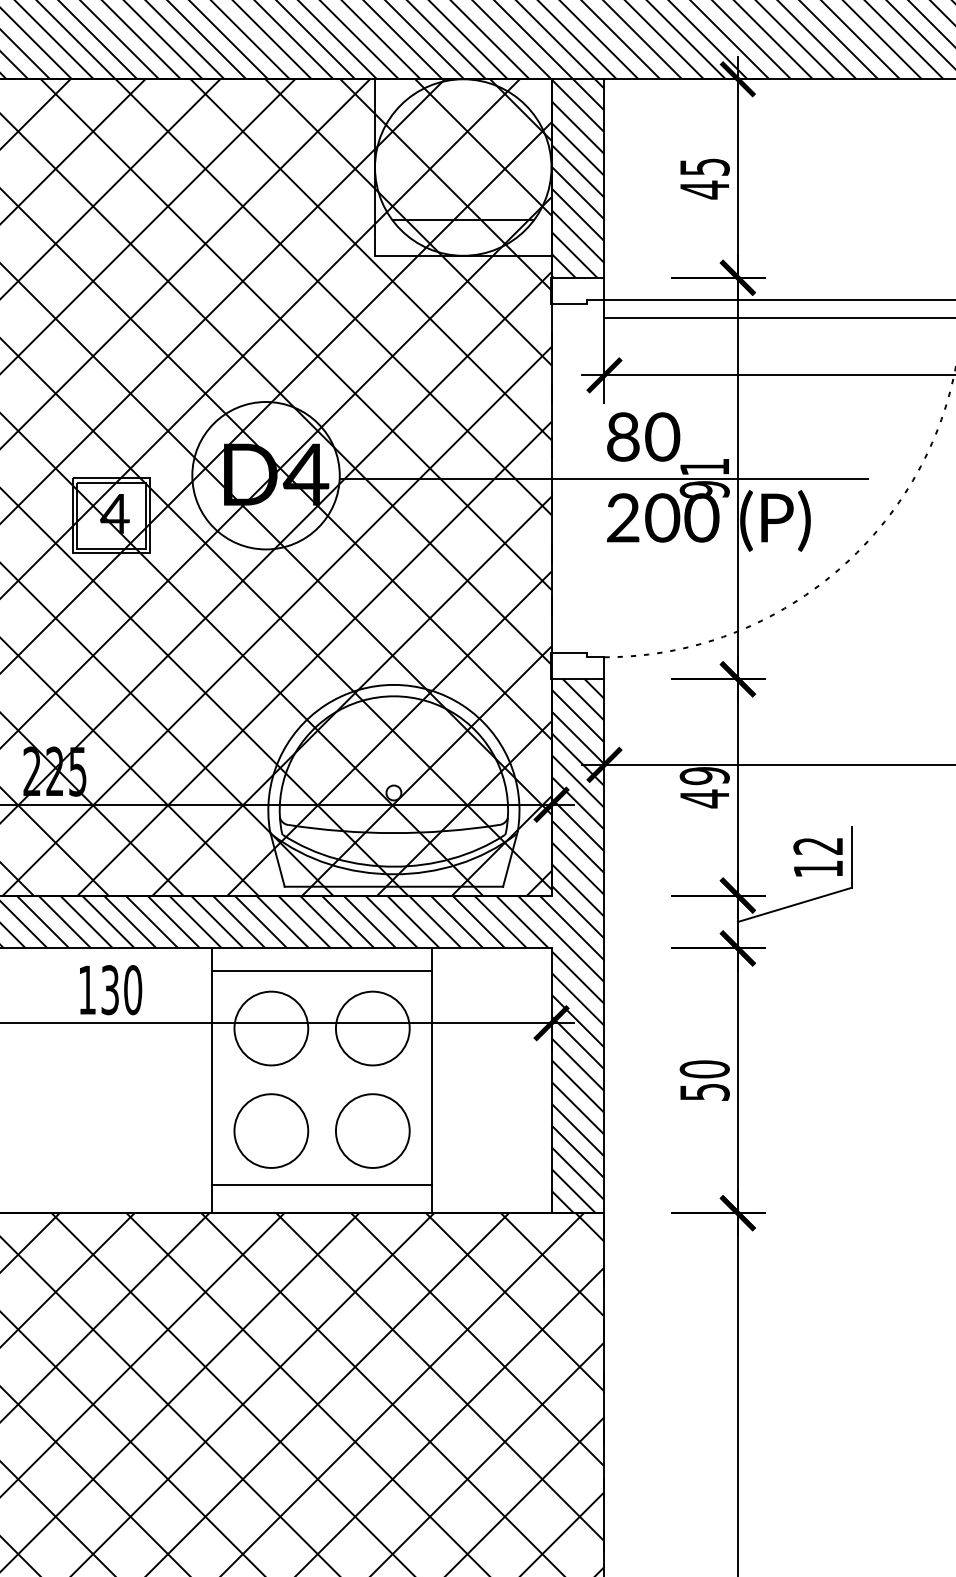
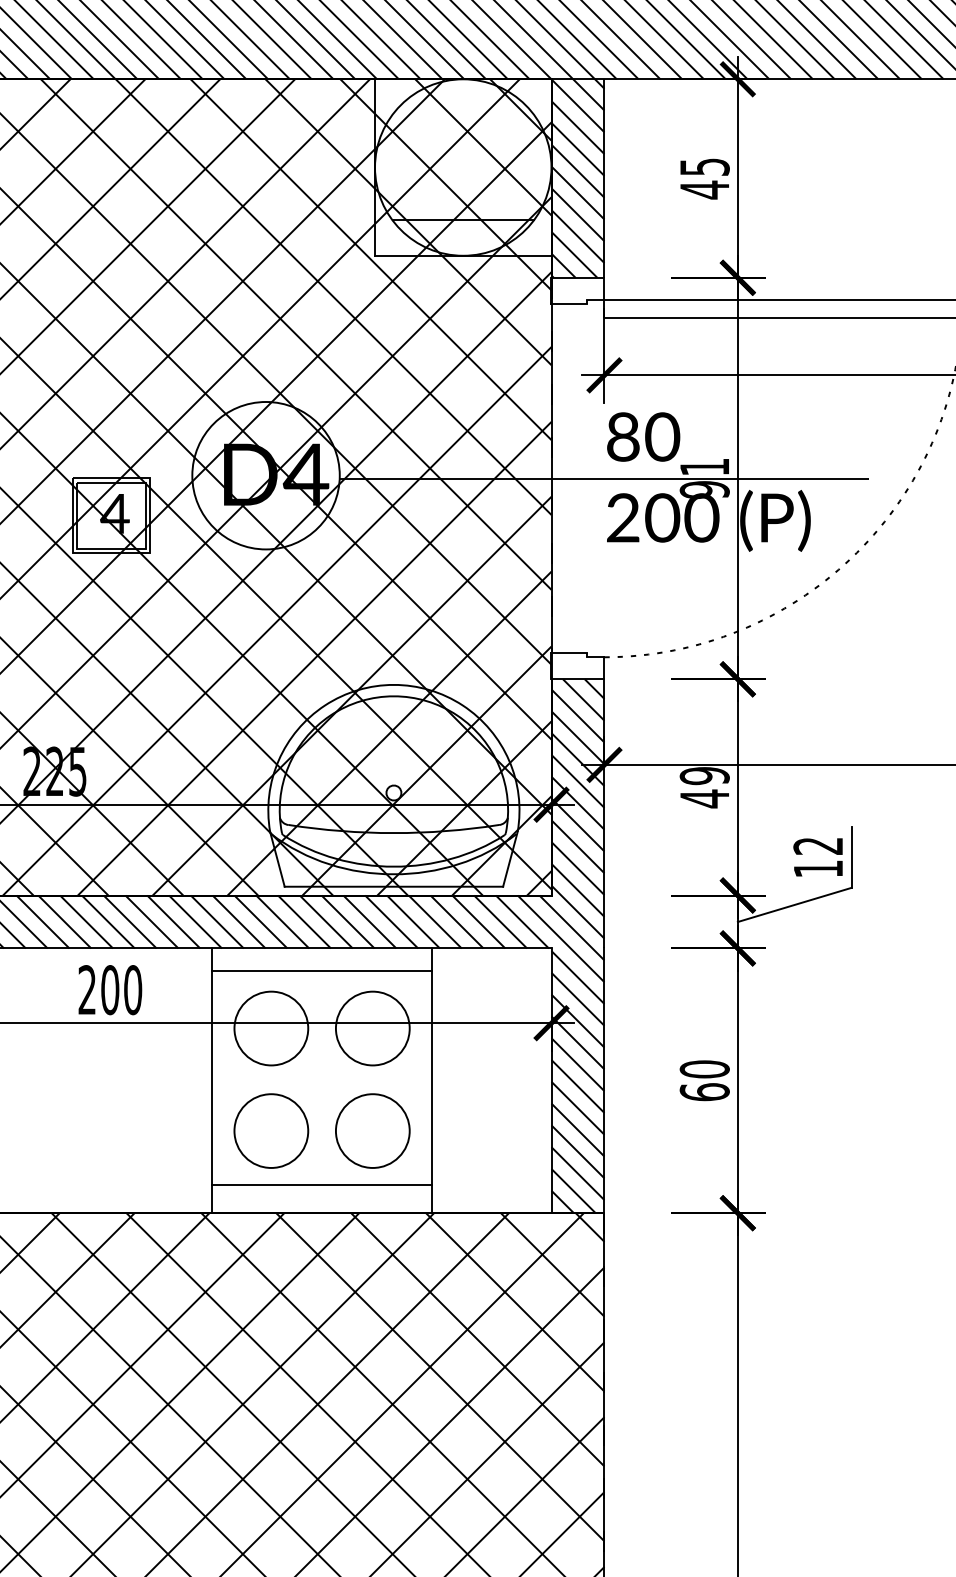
text at (98, 990): 130 -> 200
text at (704, 1092): 50 -> 60
